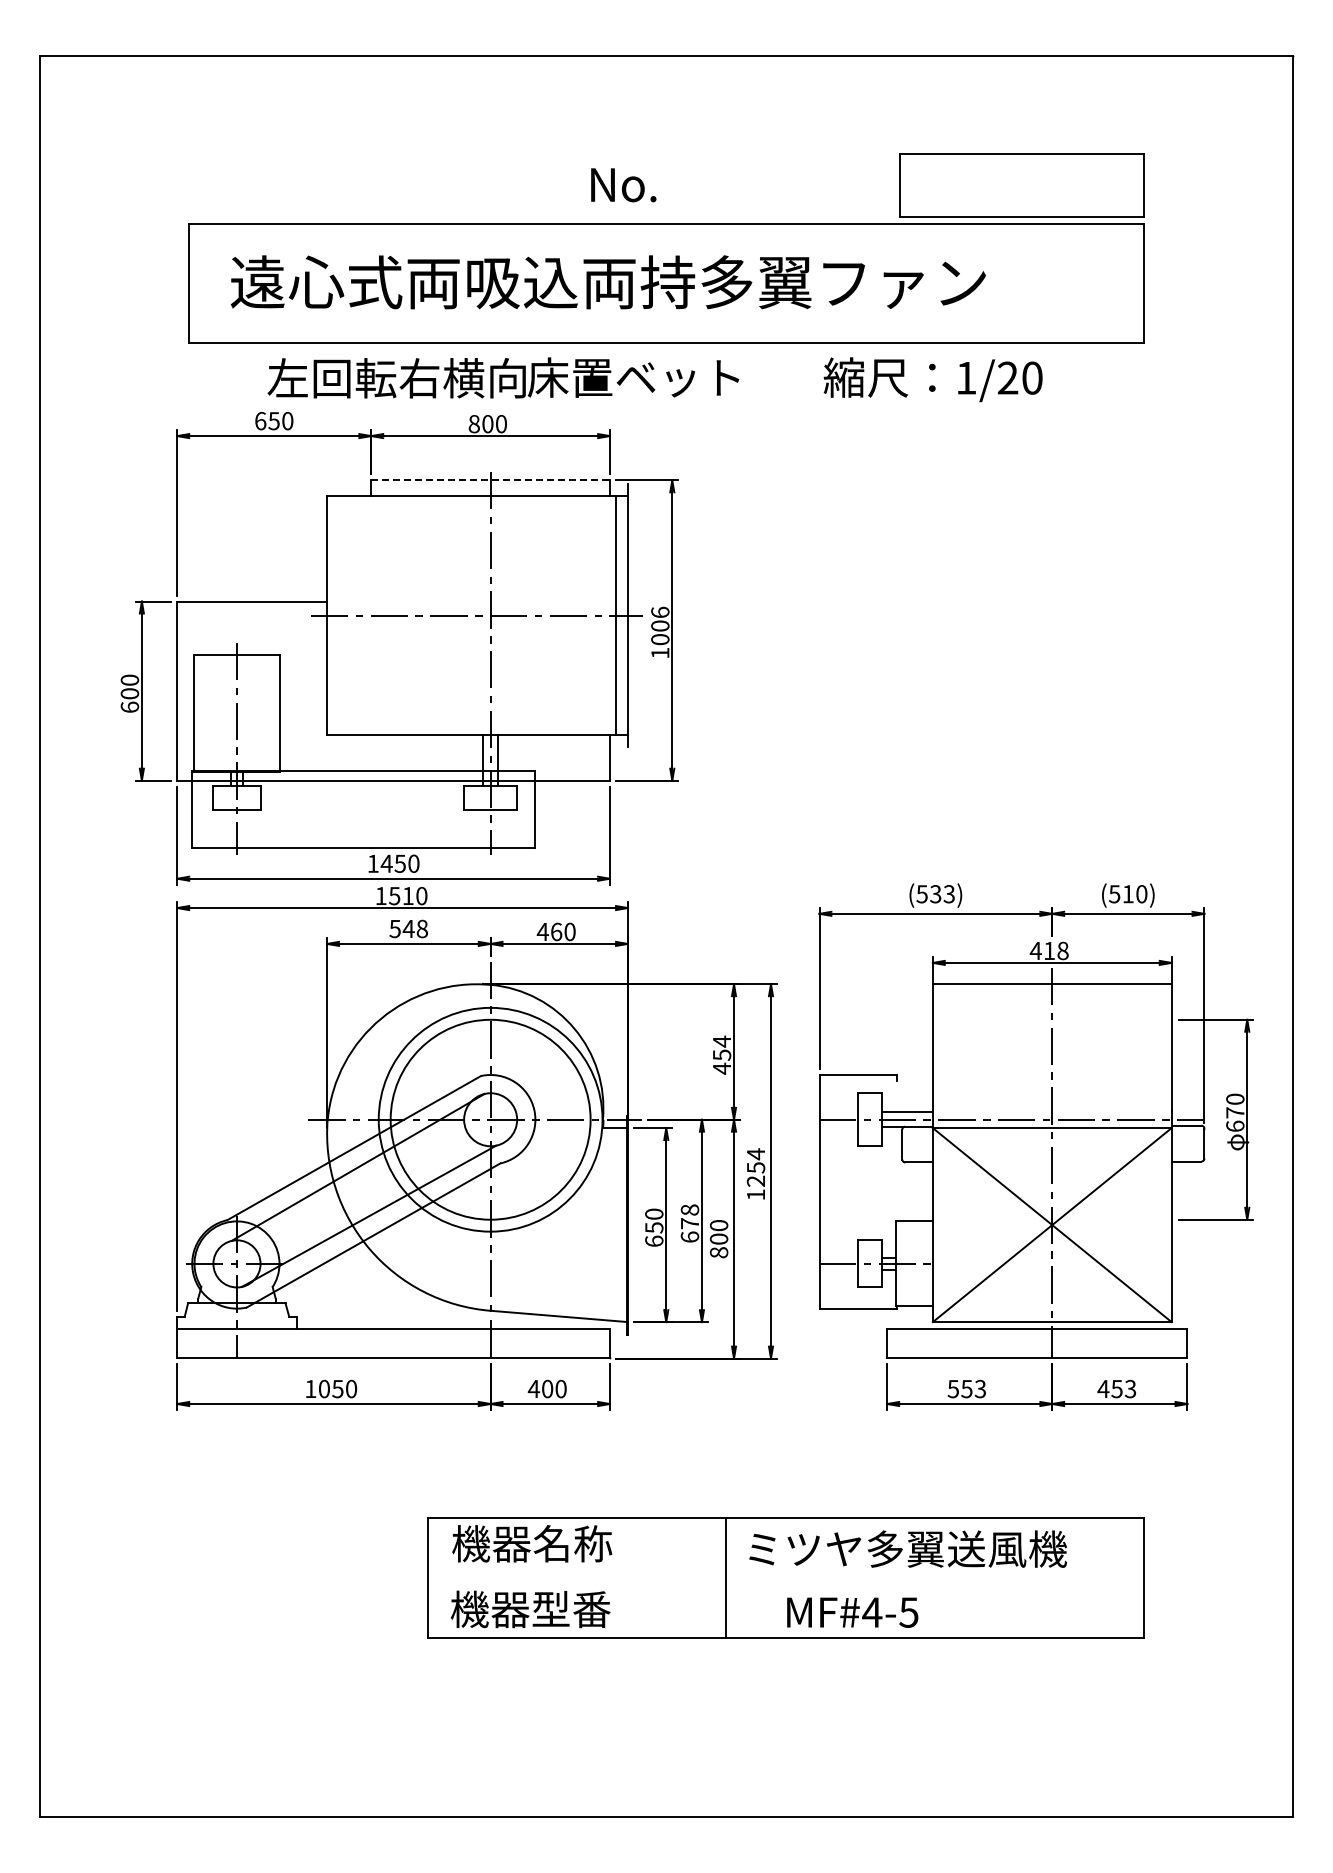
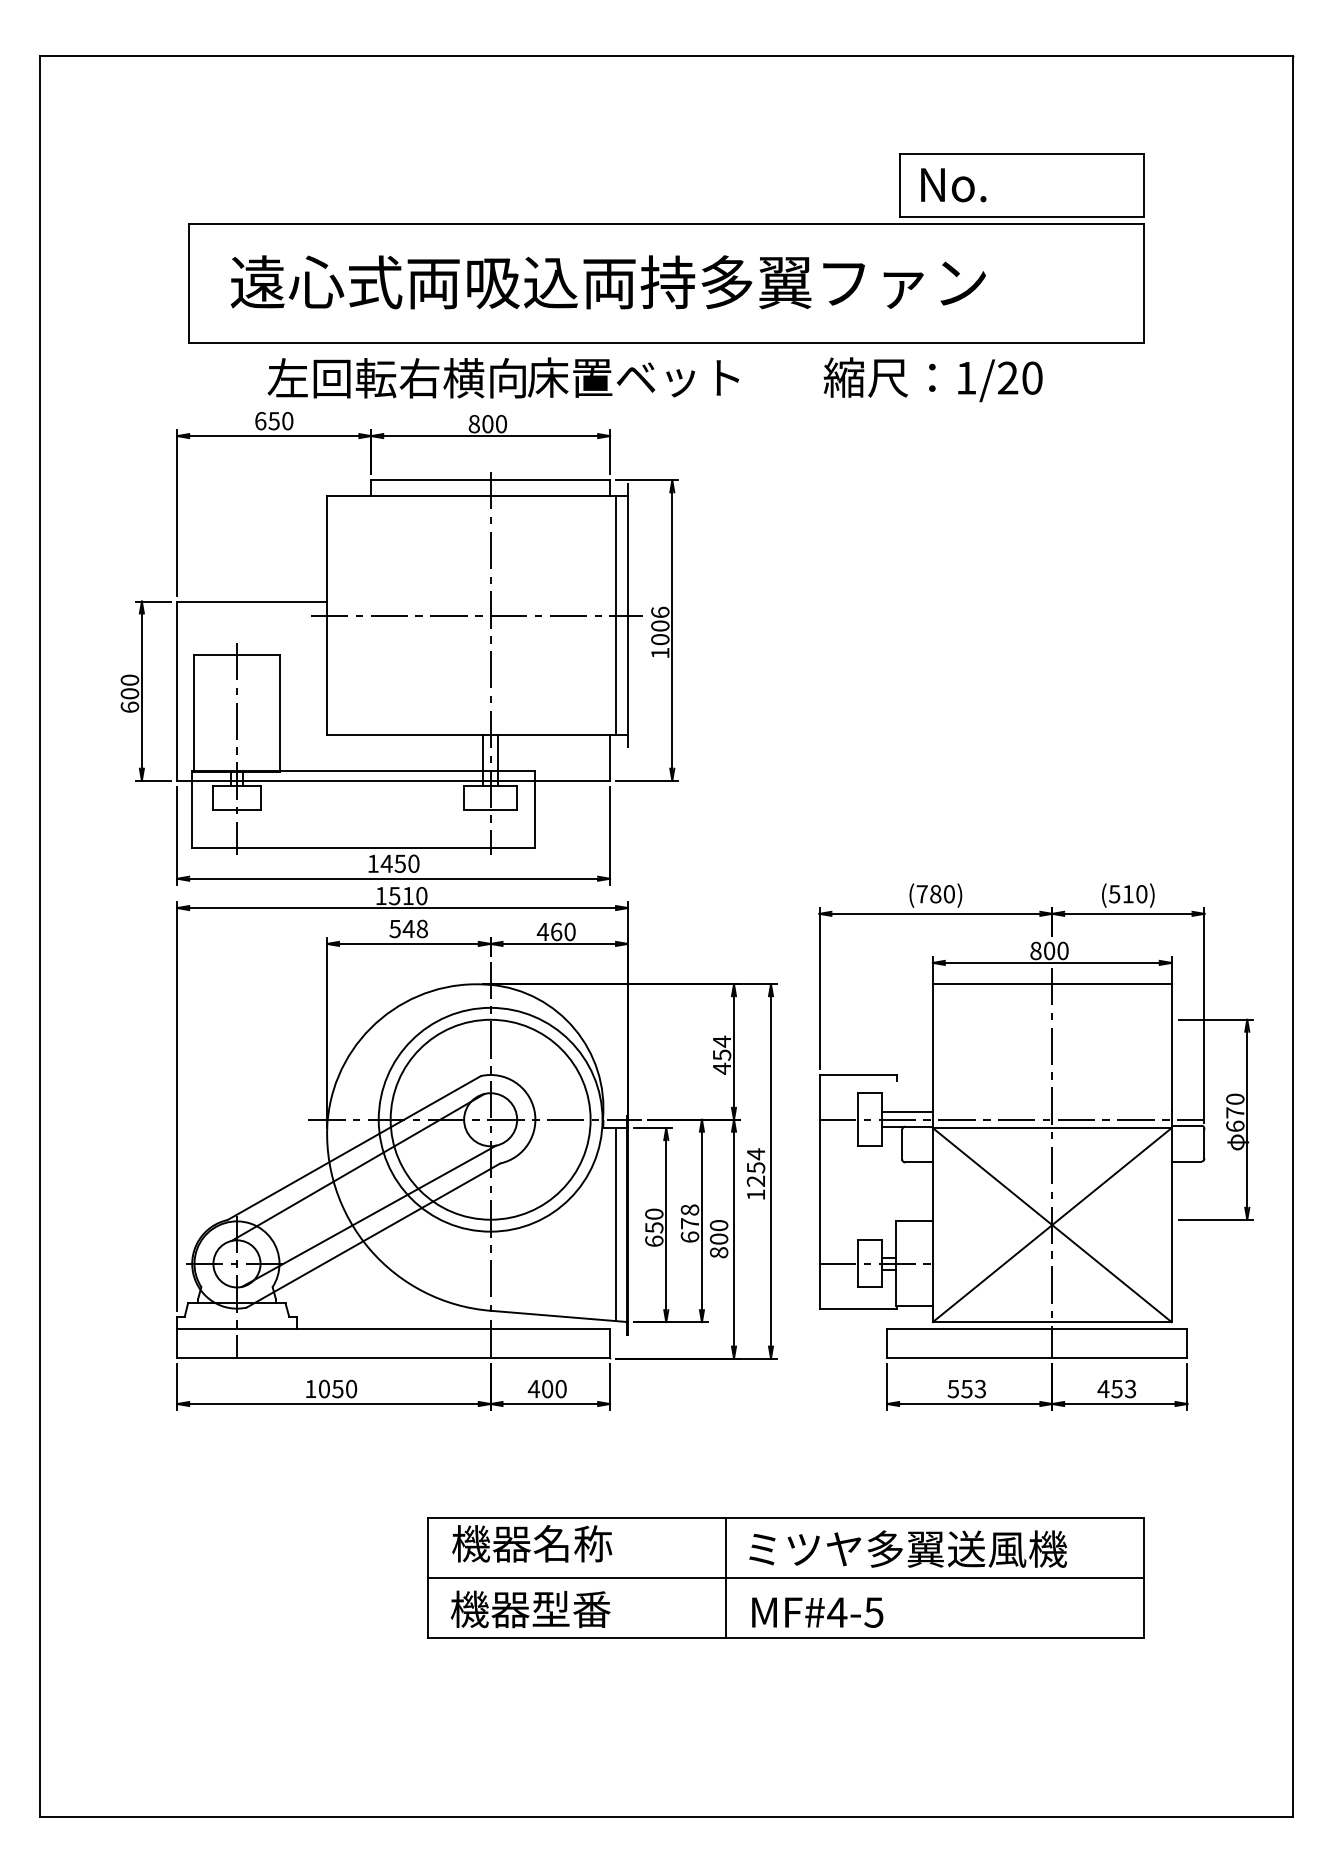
text at (623, 185) position: (623, 185) -> (953, 185)
line at (491, 480): dashed -> solid
text at (935, 894): (533) -> (780)
text at (1048, 950): 418 -> 800
line at (615, 1224): none -> present
line at (785, 1578): none -> present
text at (852, 1612) position: (852, 1612) -> (817, 1612)
